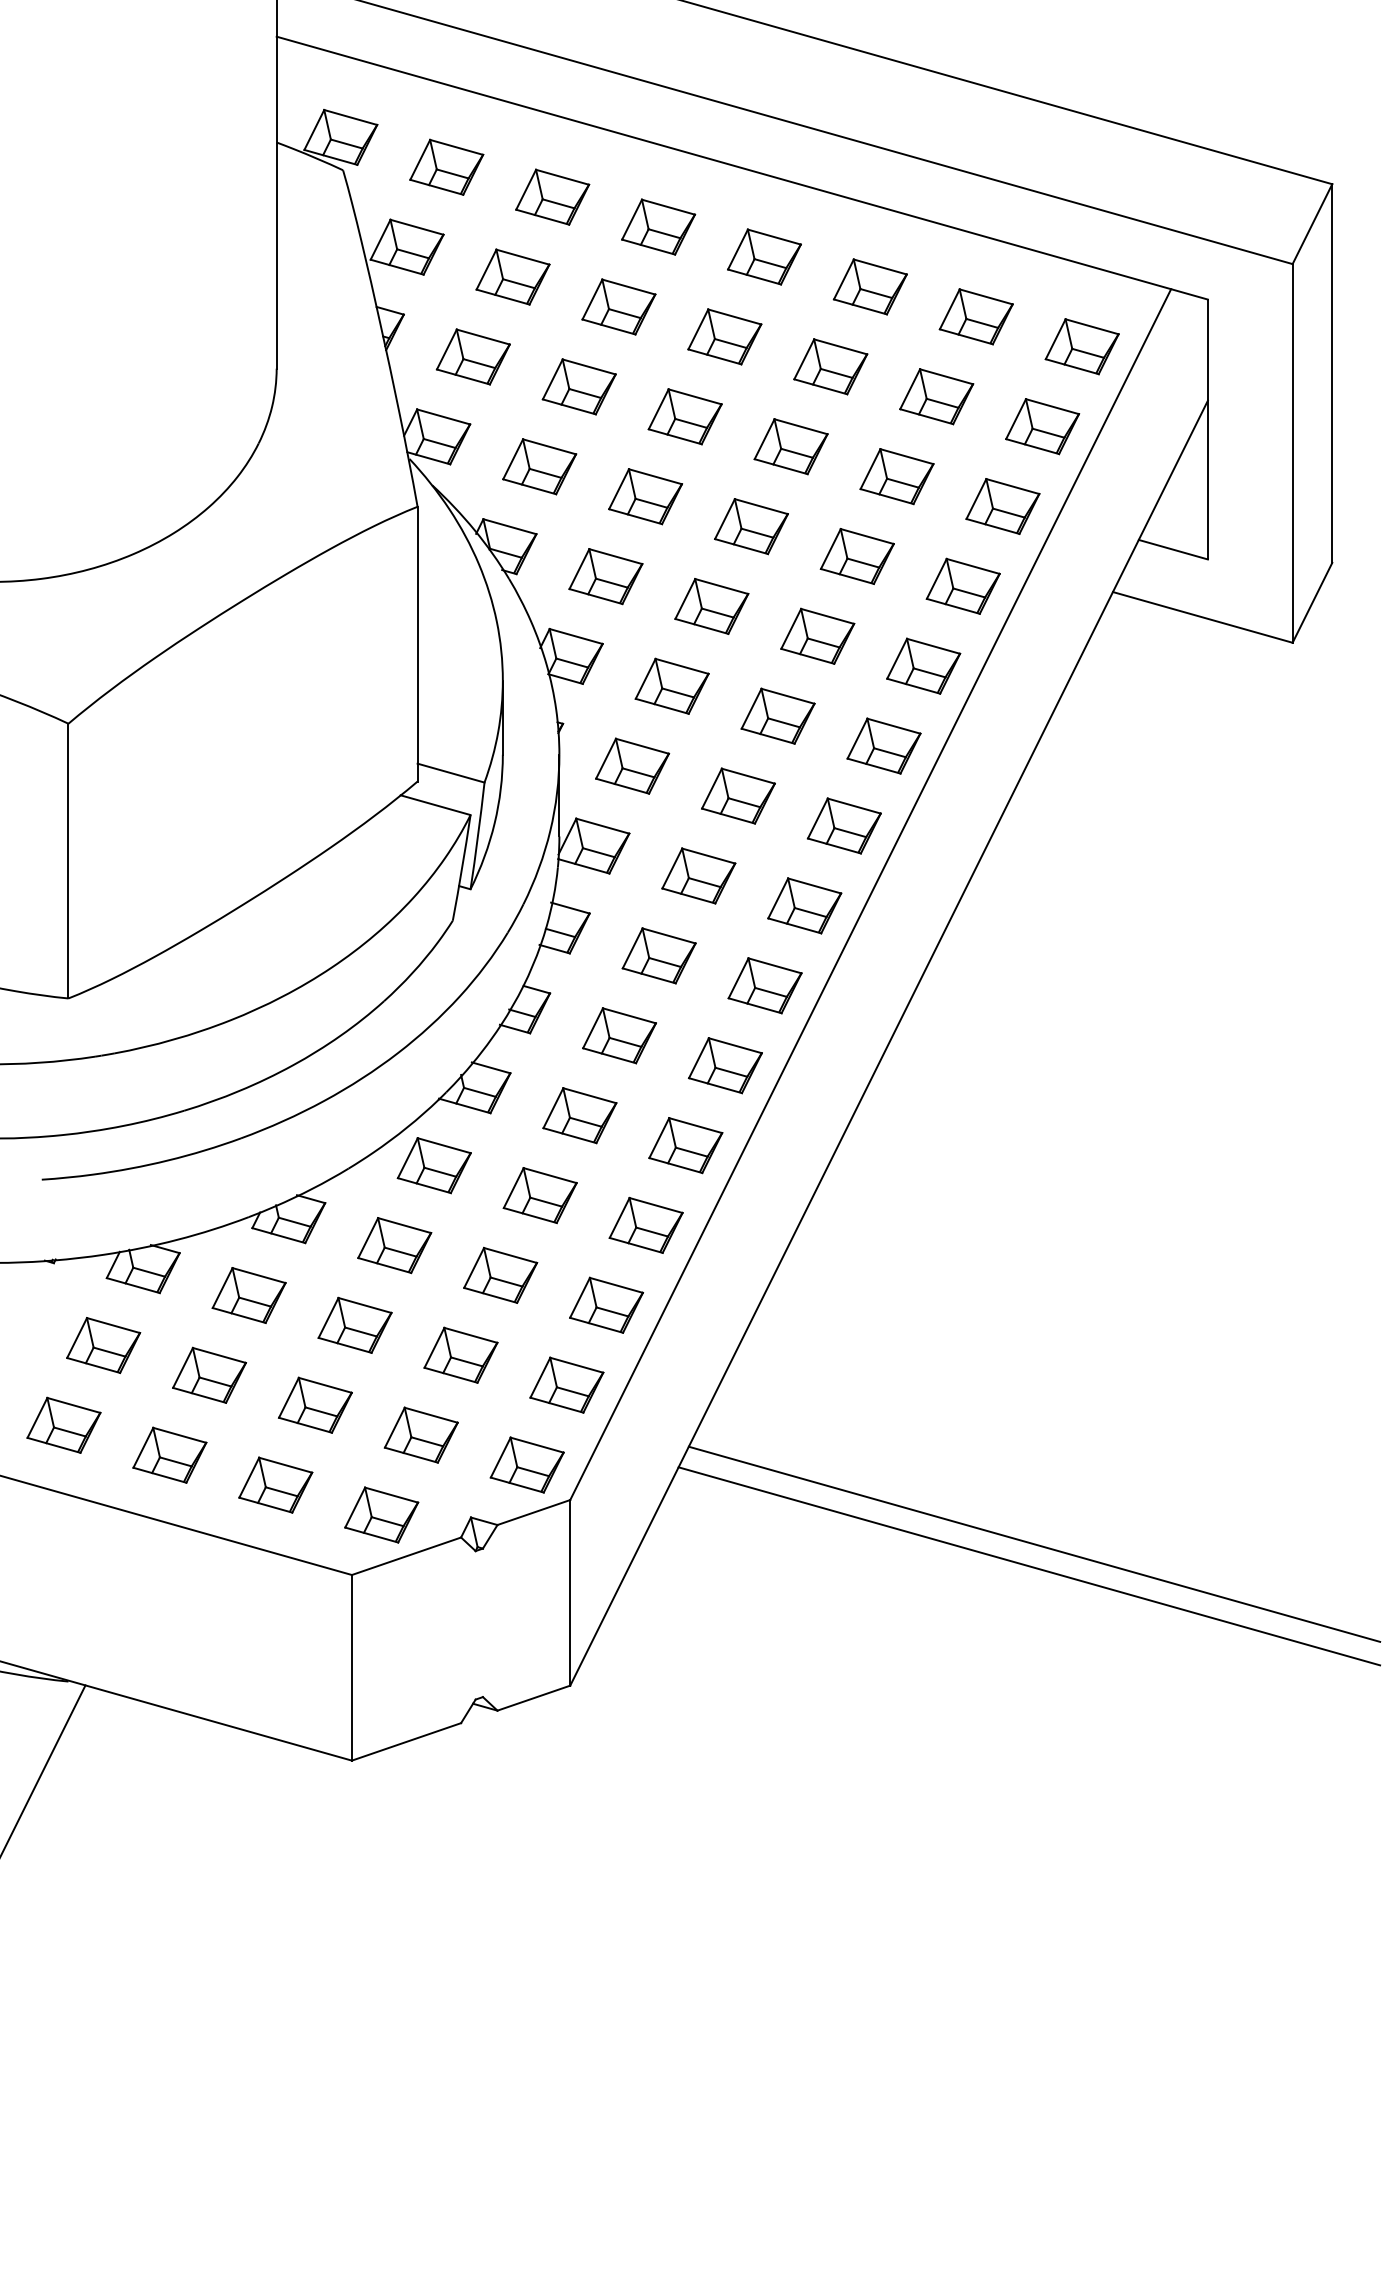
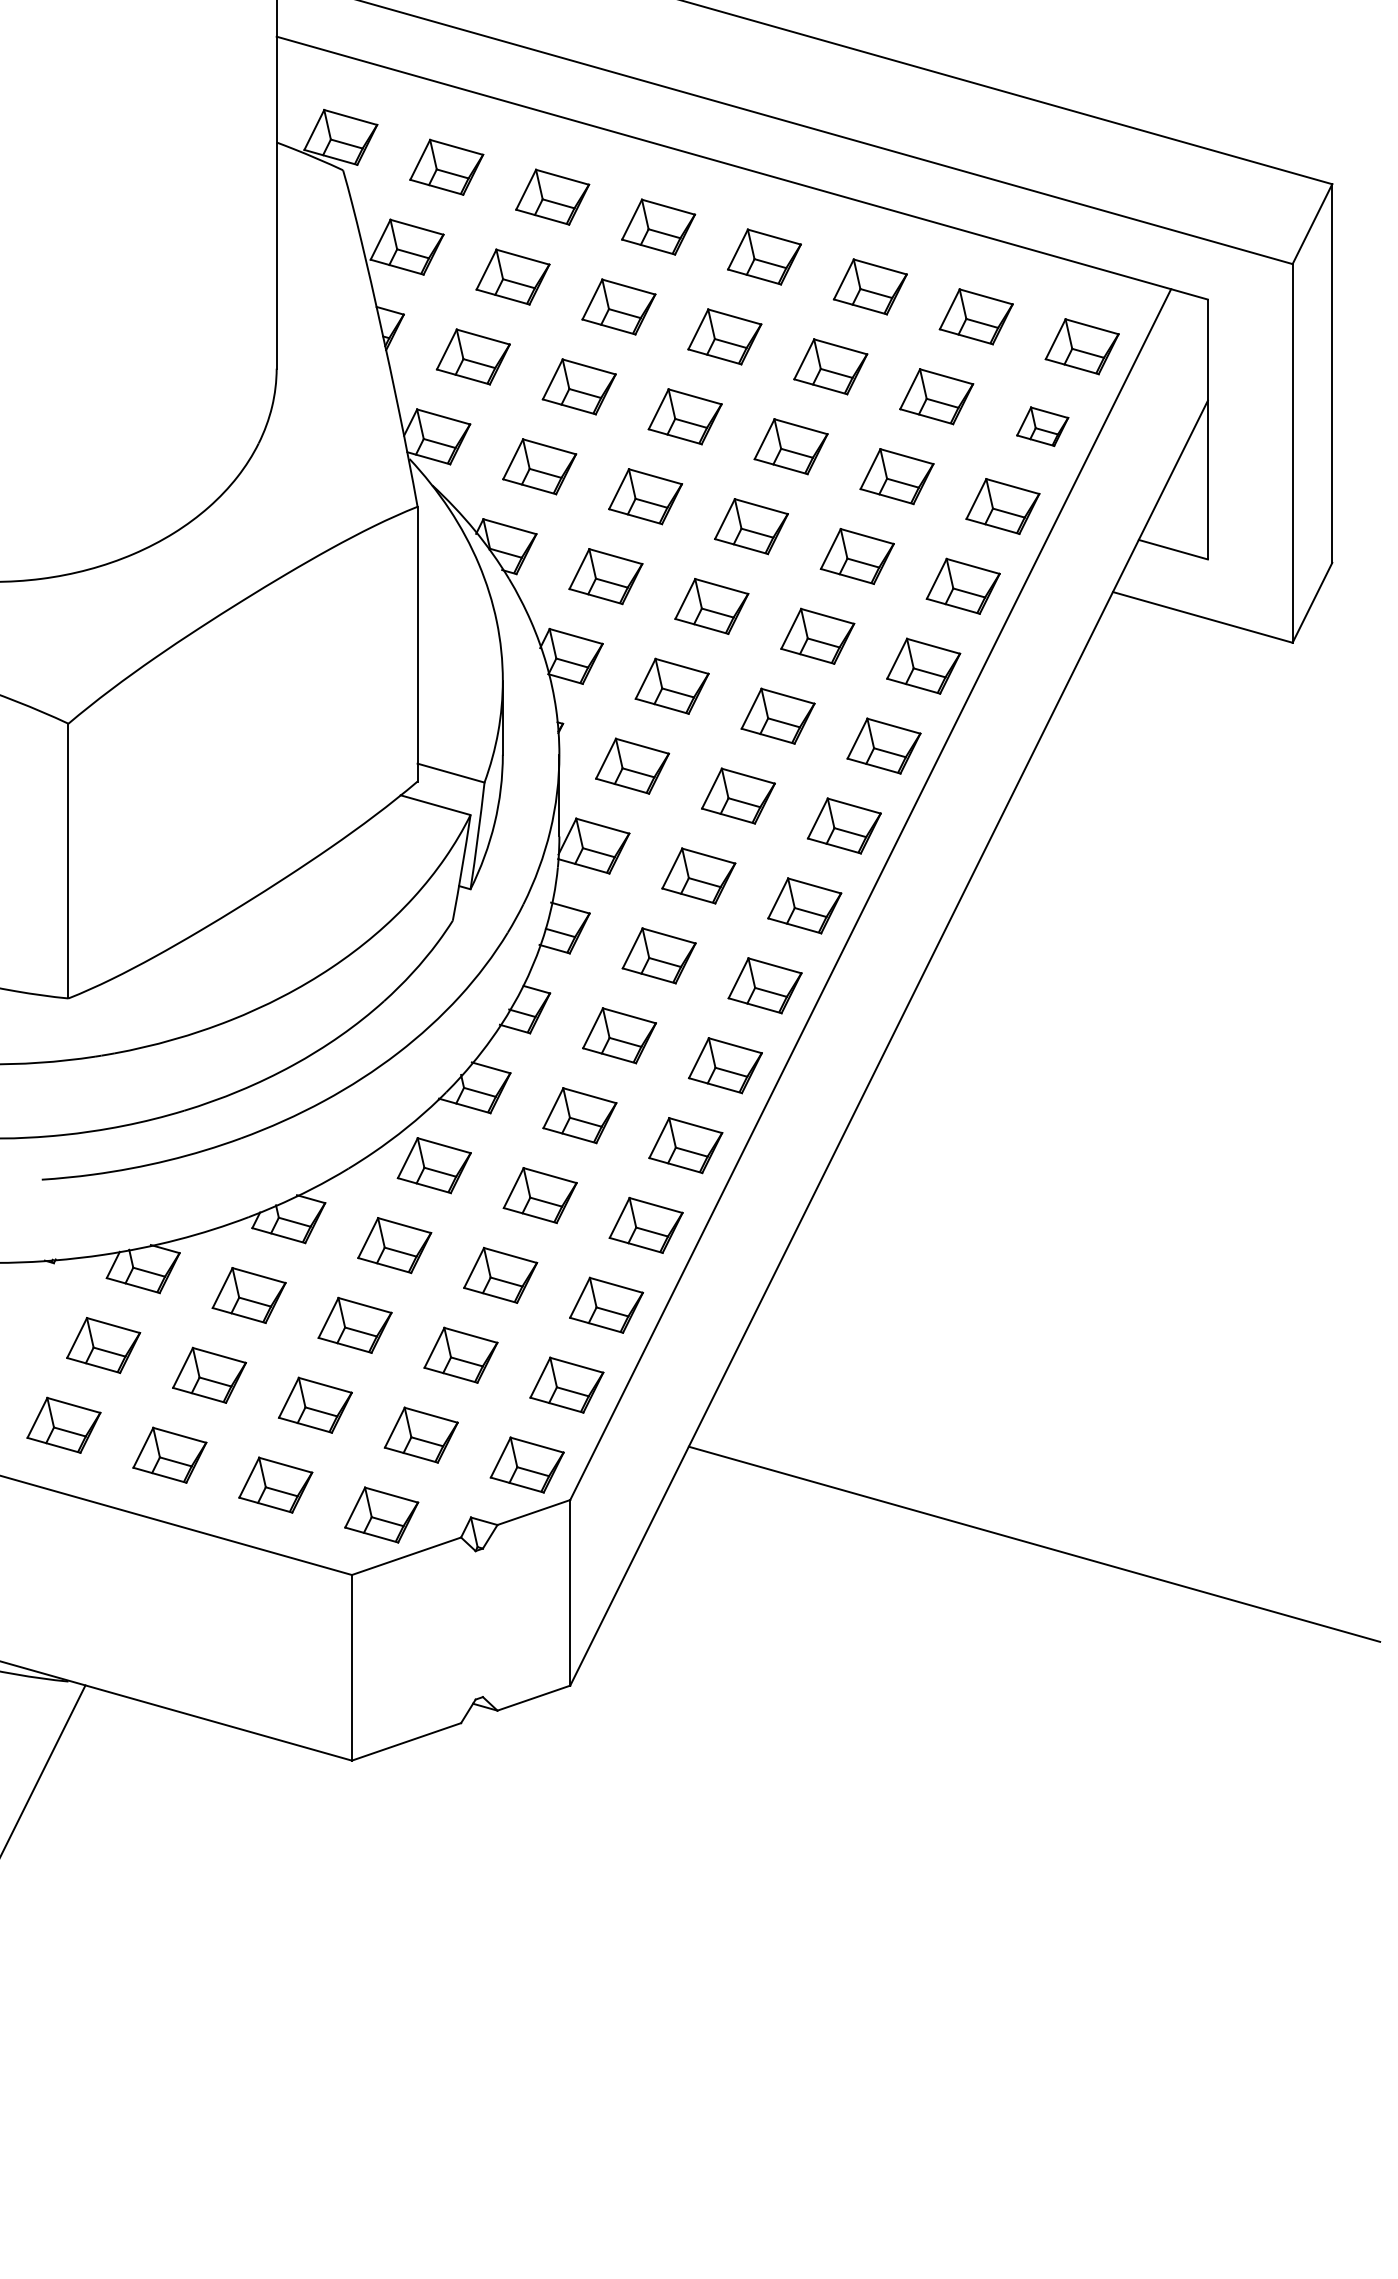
part at (1042, 426) size: 76x58 px -> 54x41 px
line at (1029, 1566): present -> none
